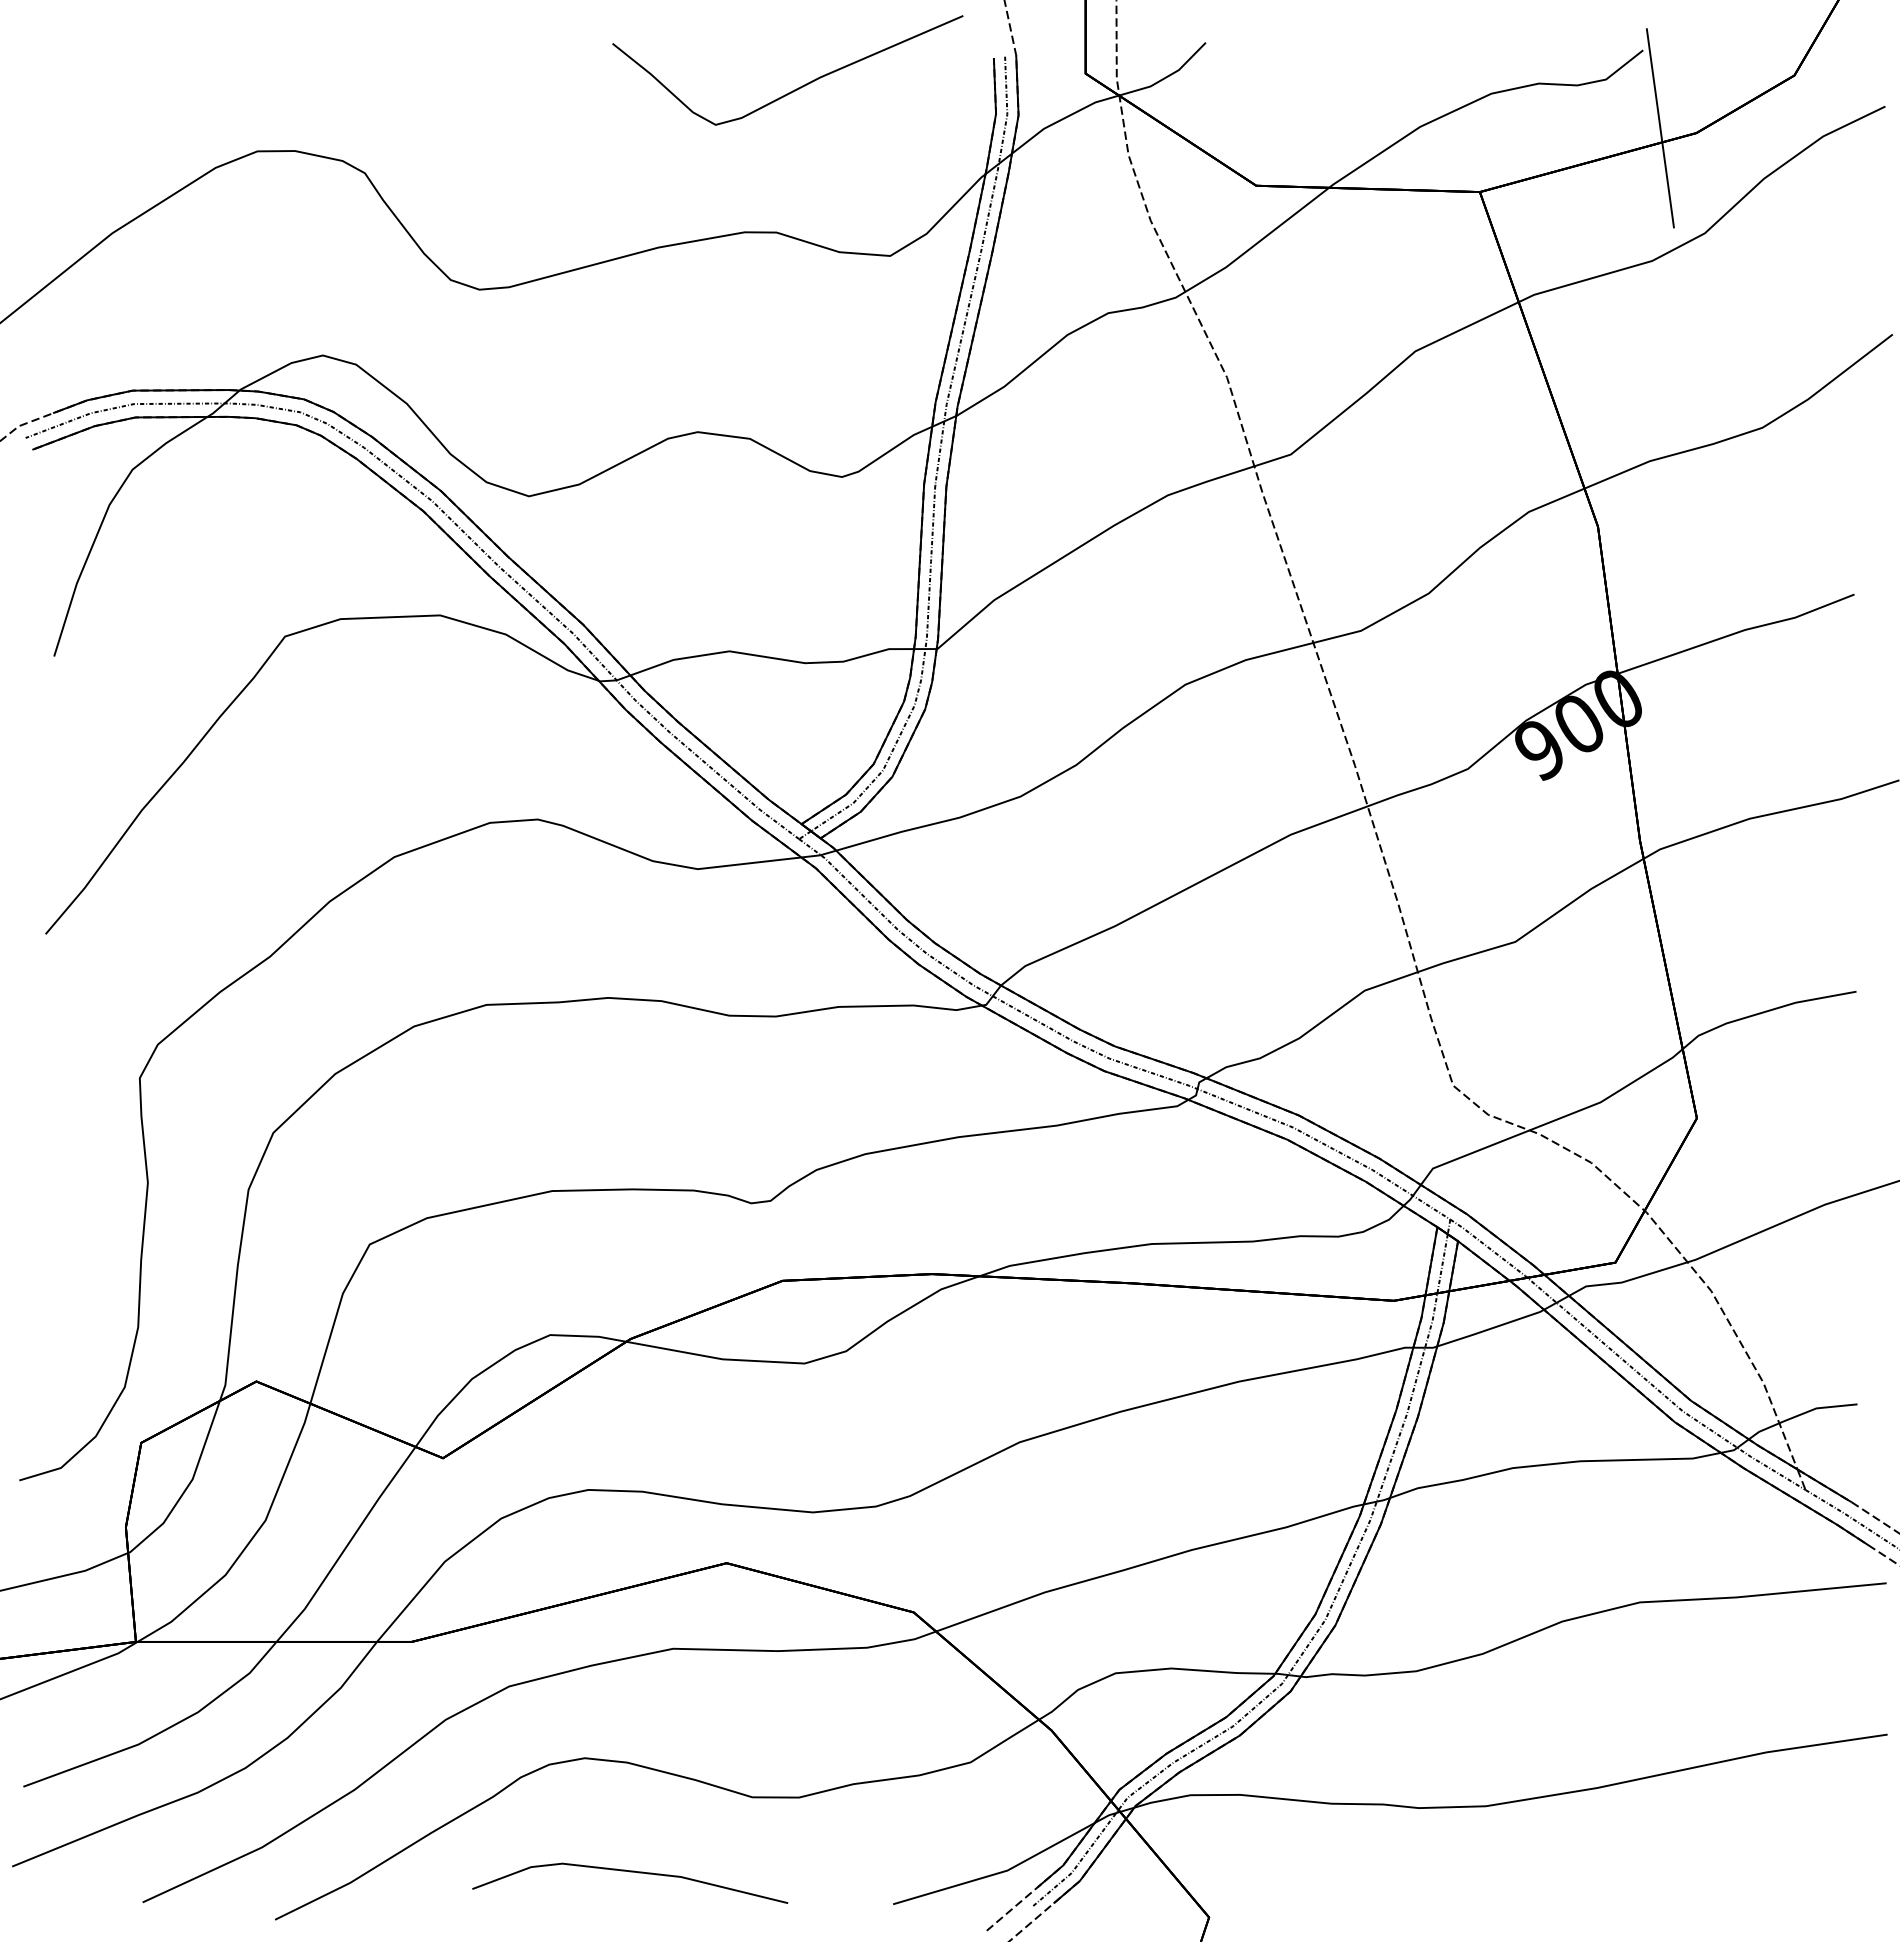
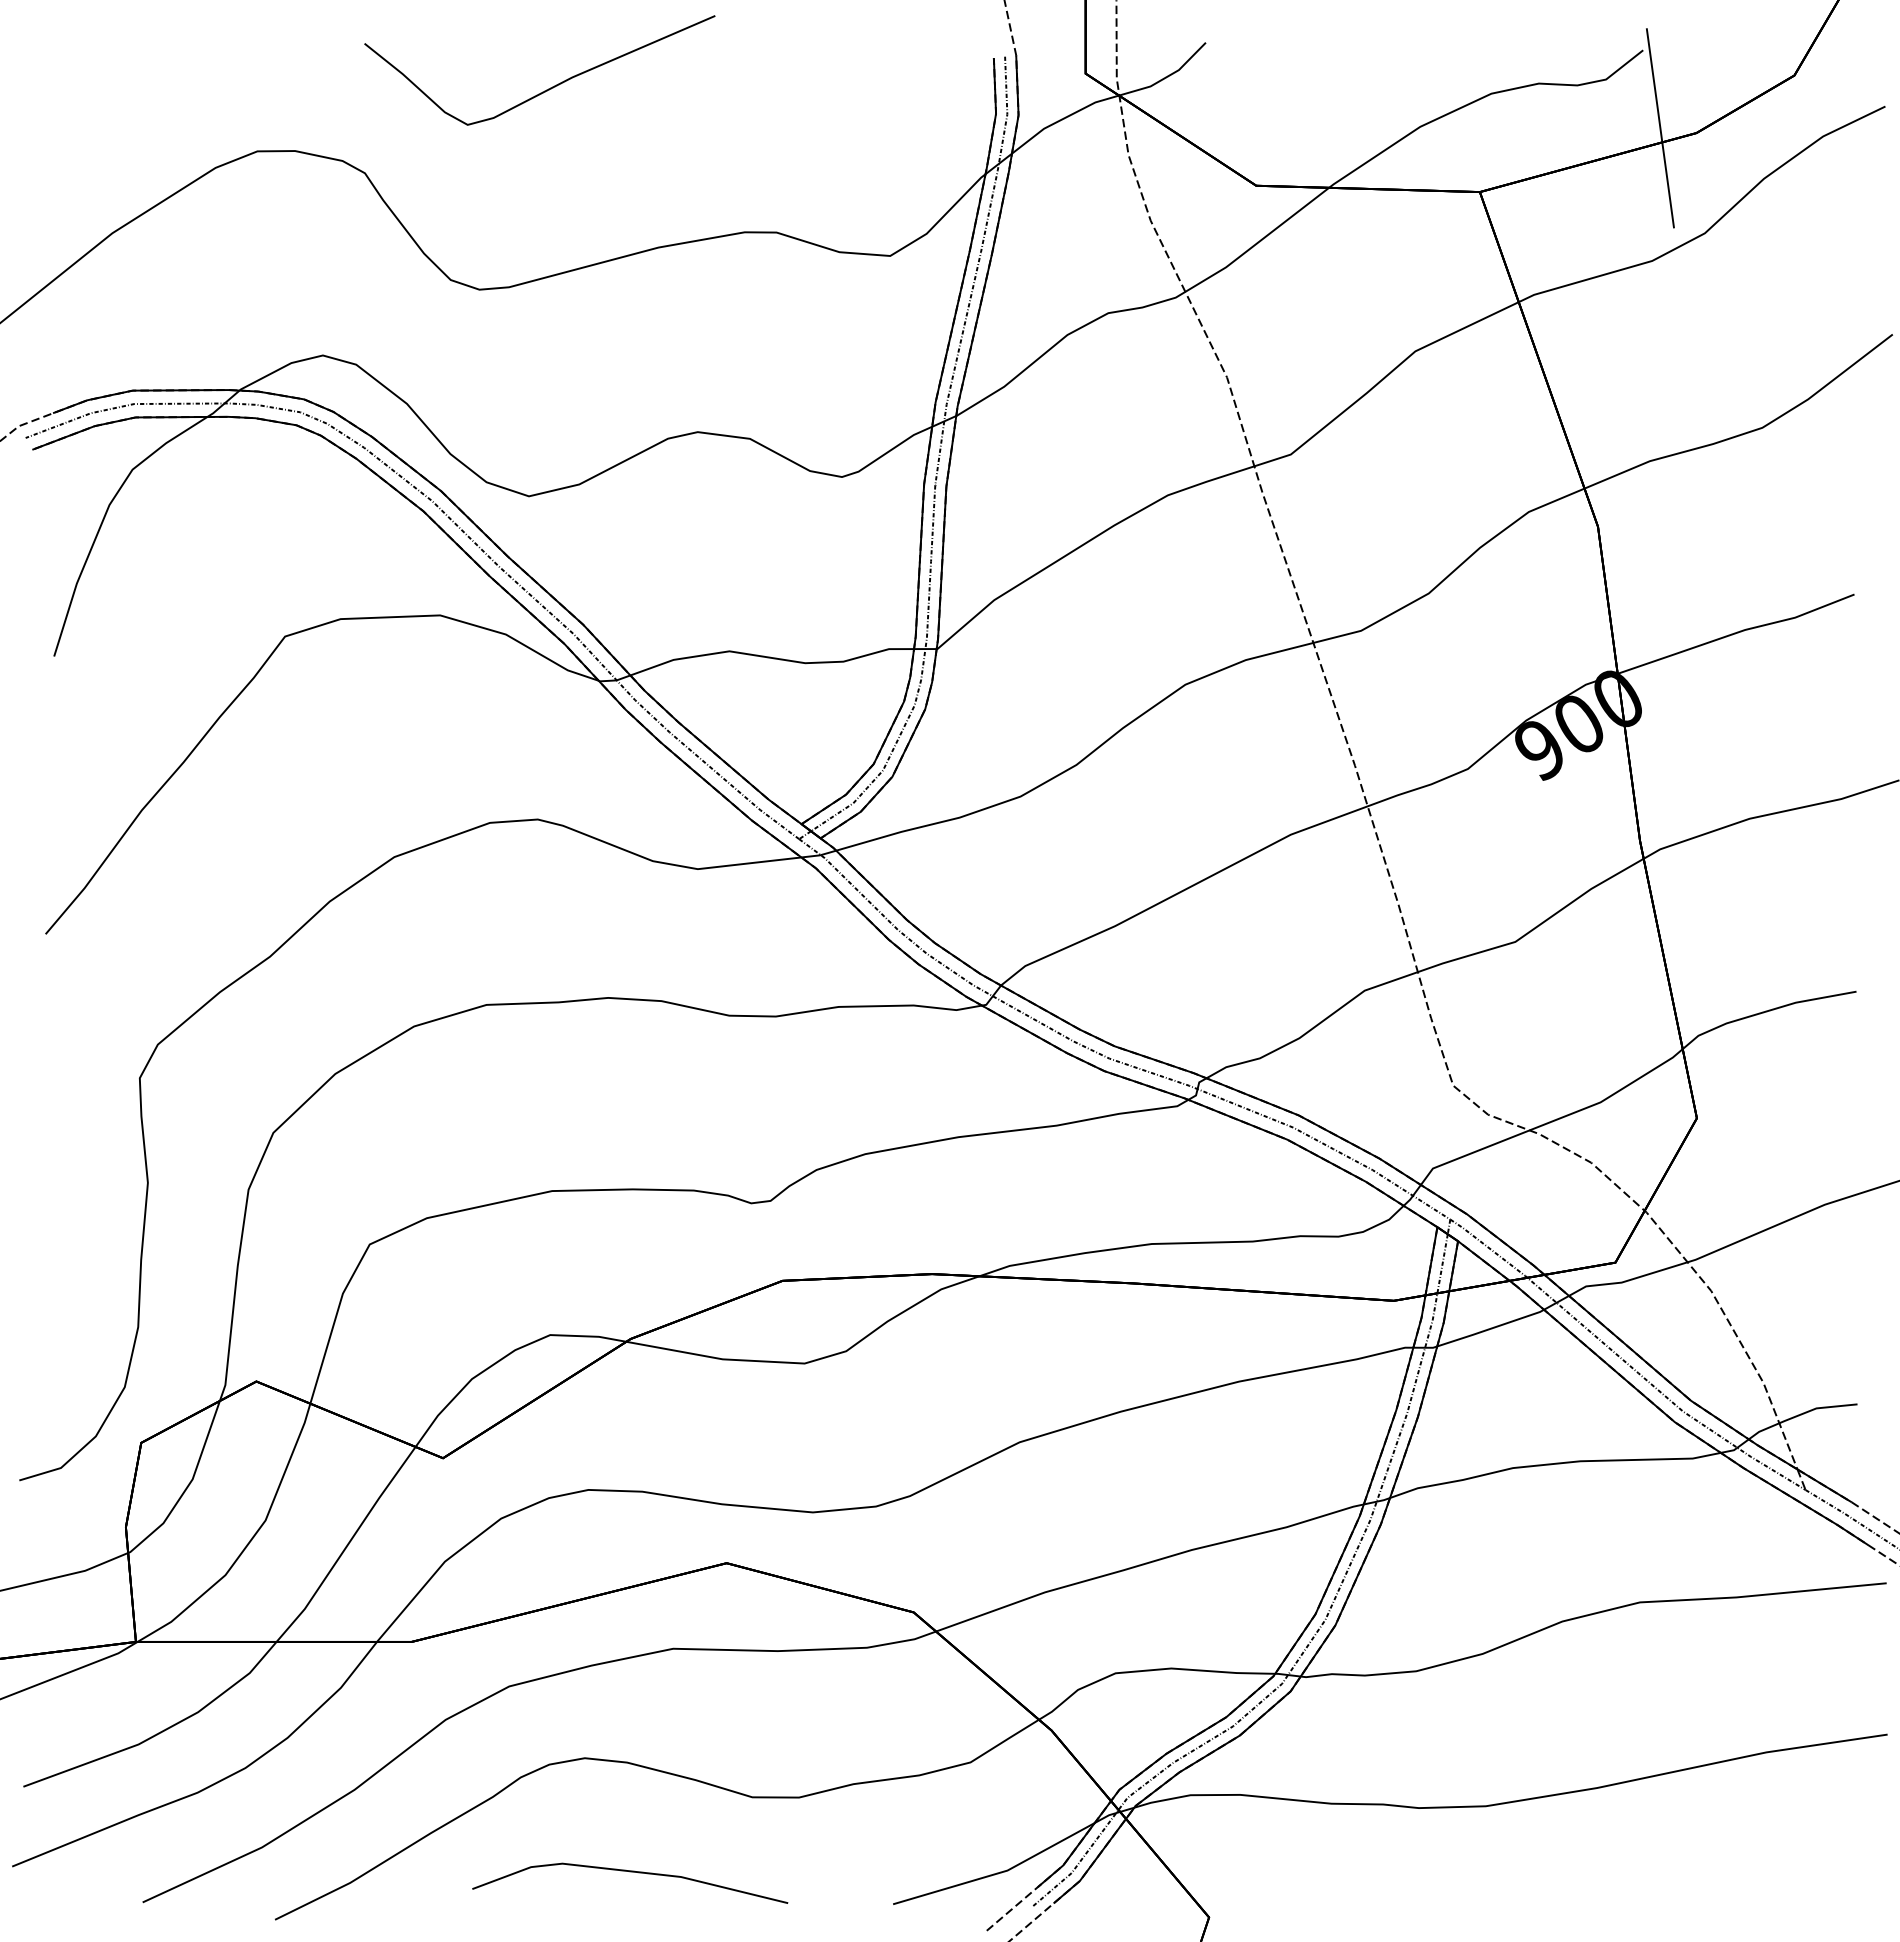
curve at (796, 88) position: (796, 88) -> (548, 88)
